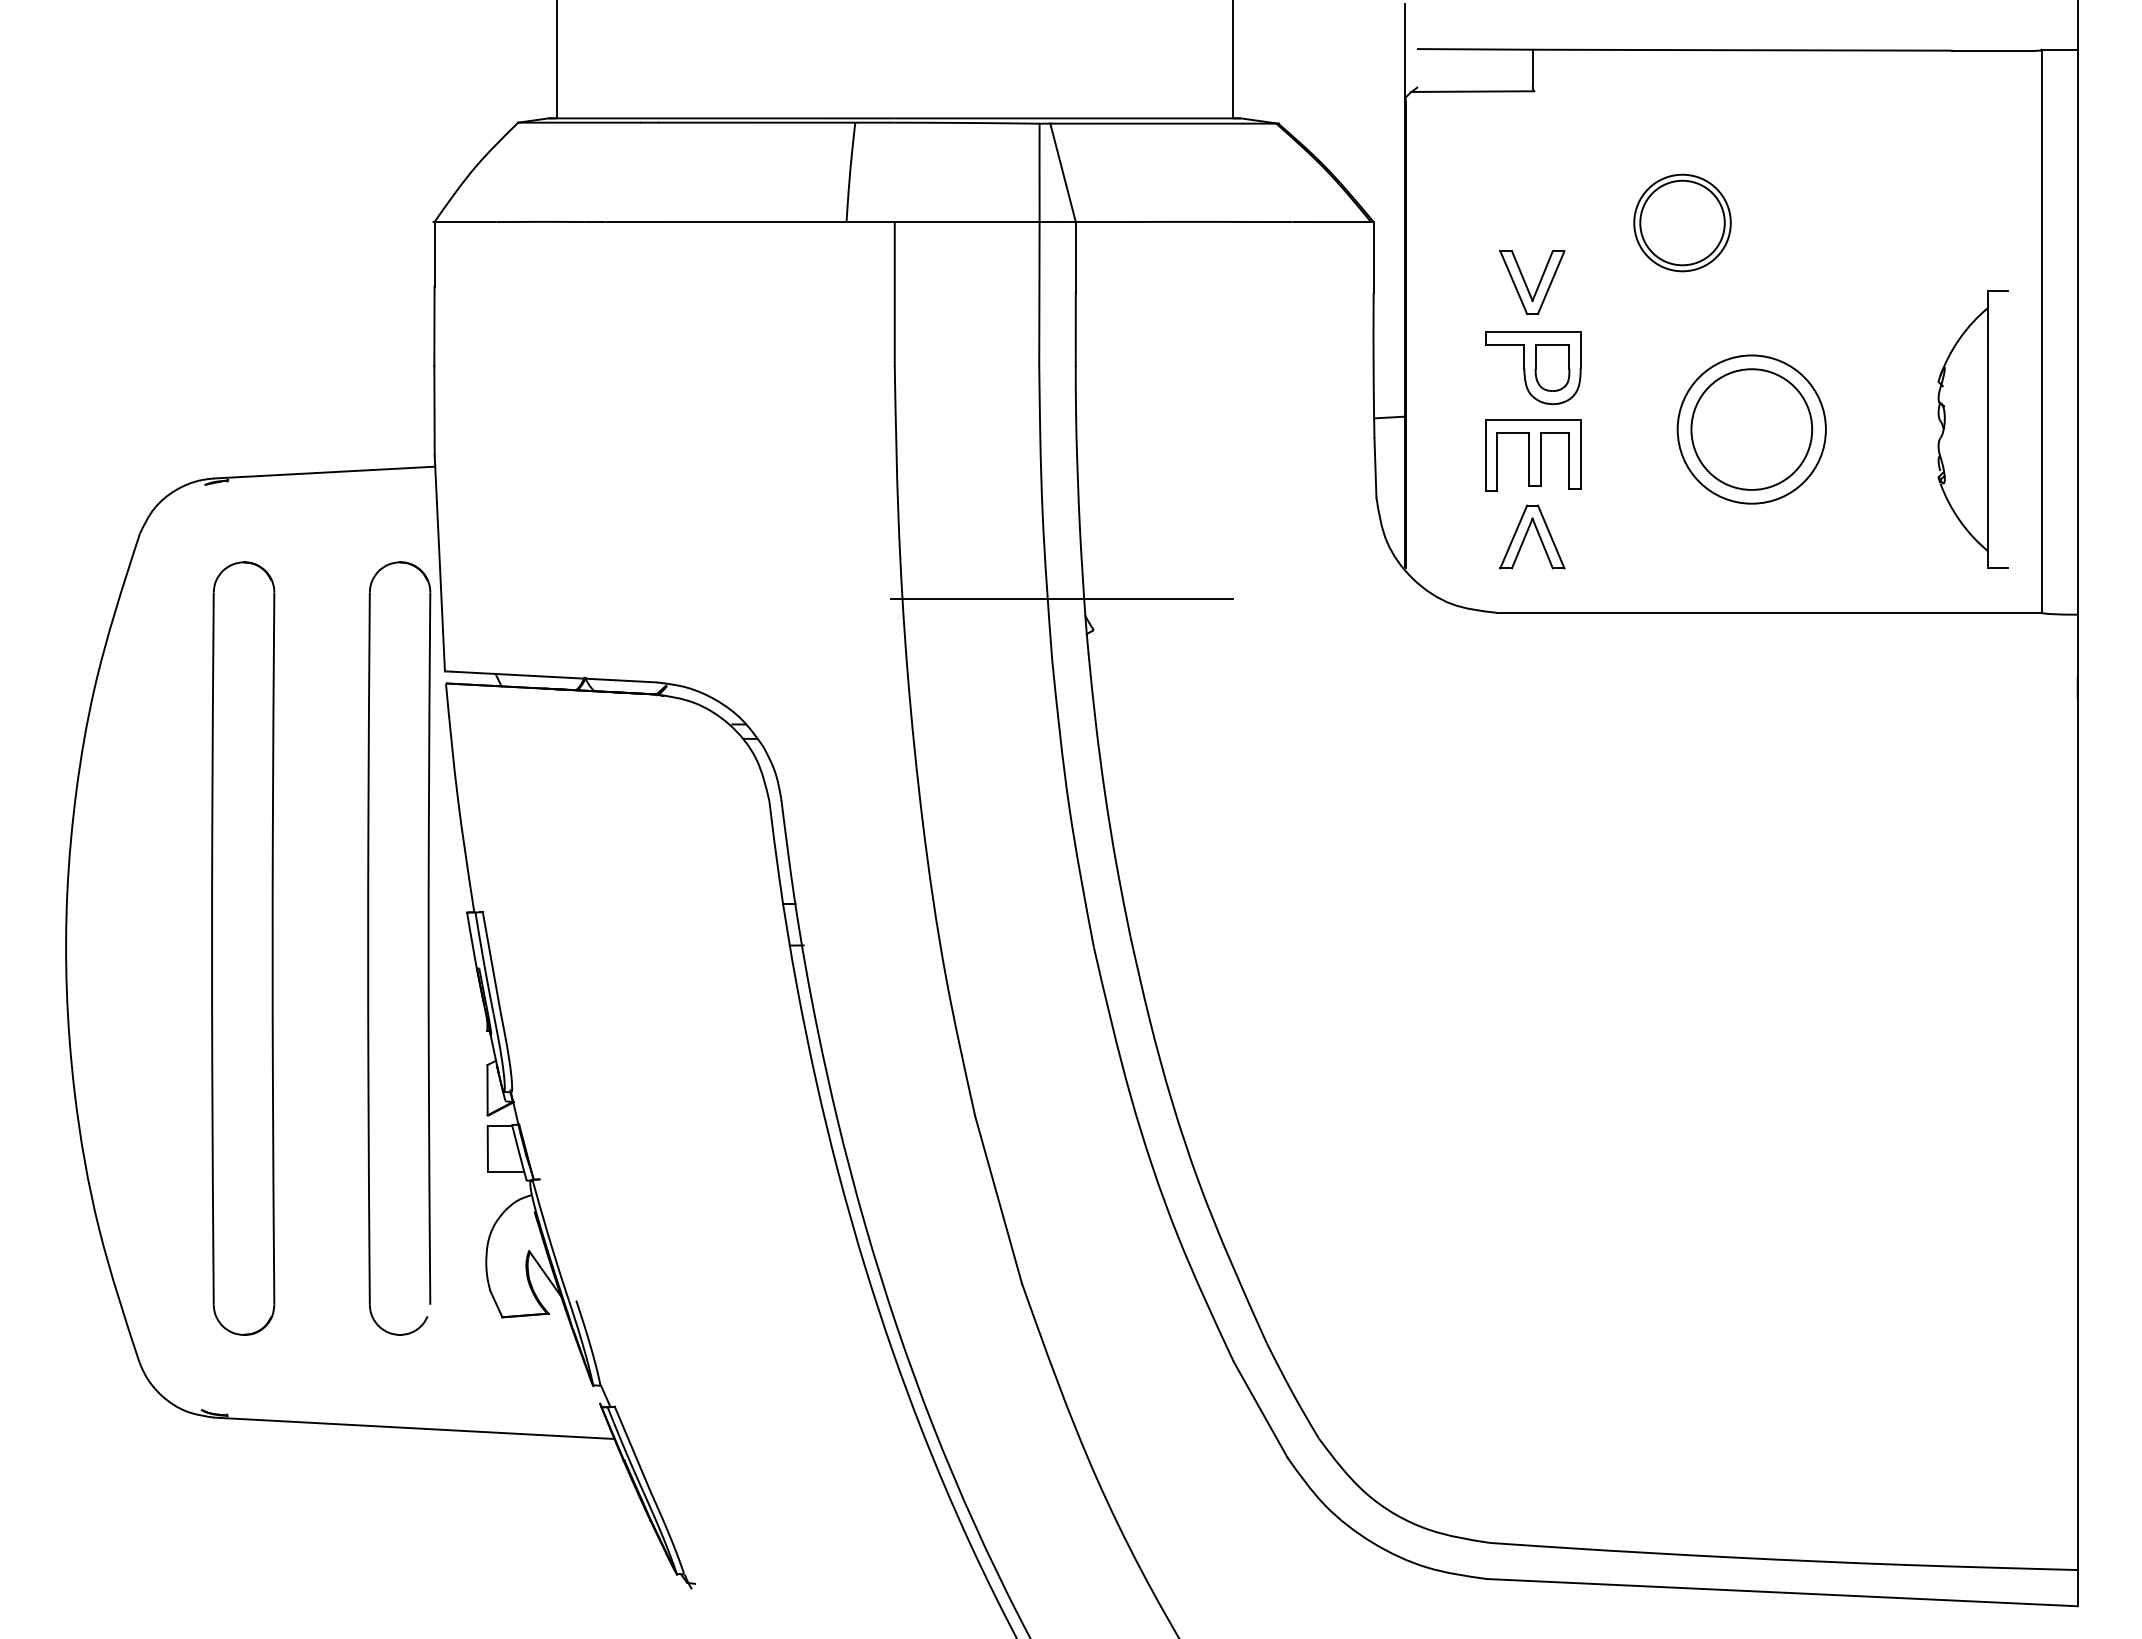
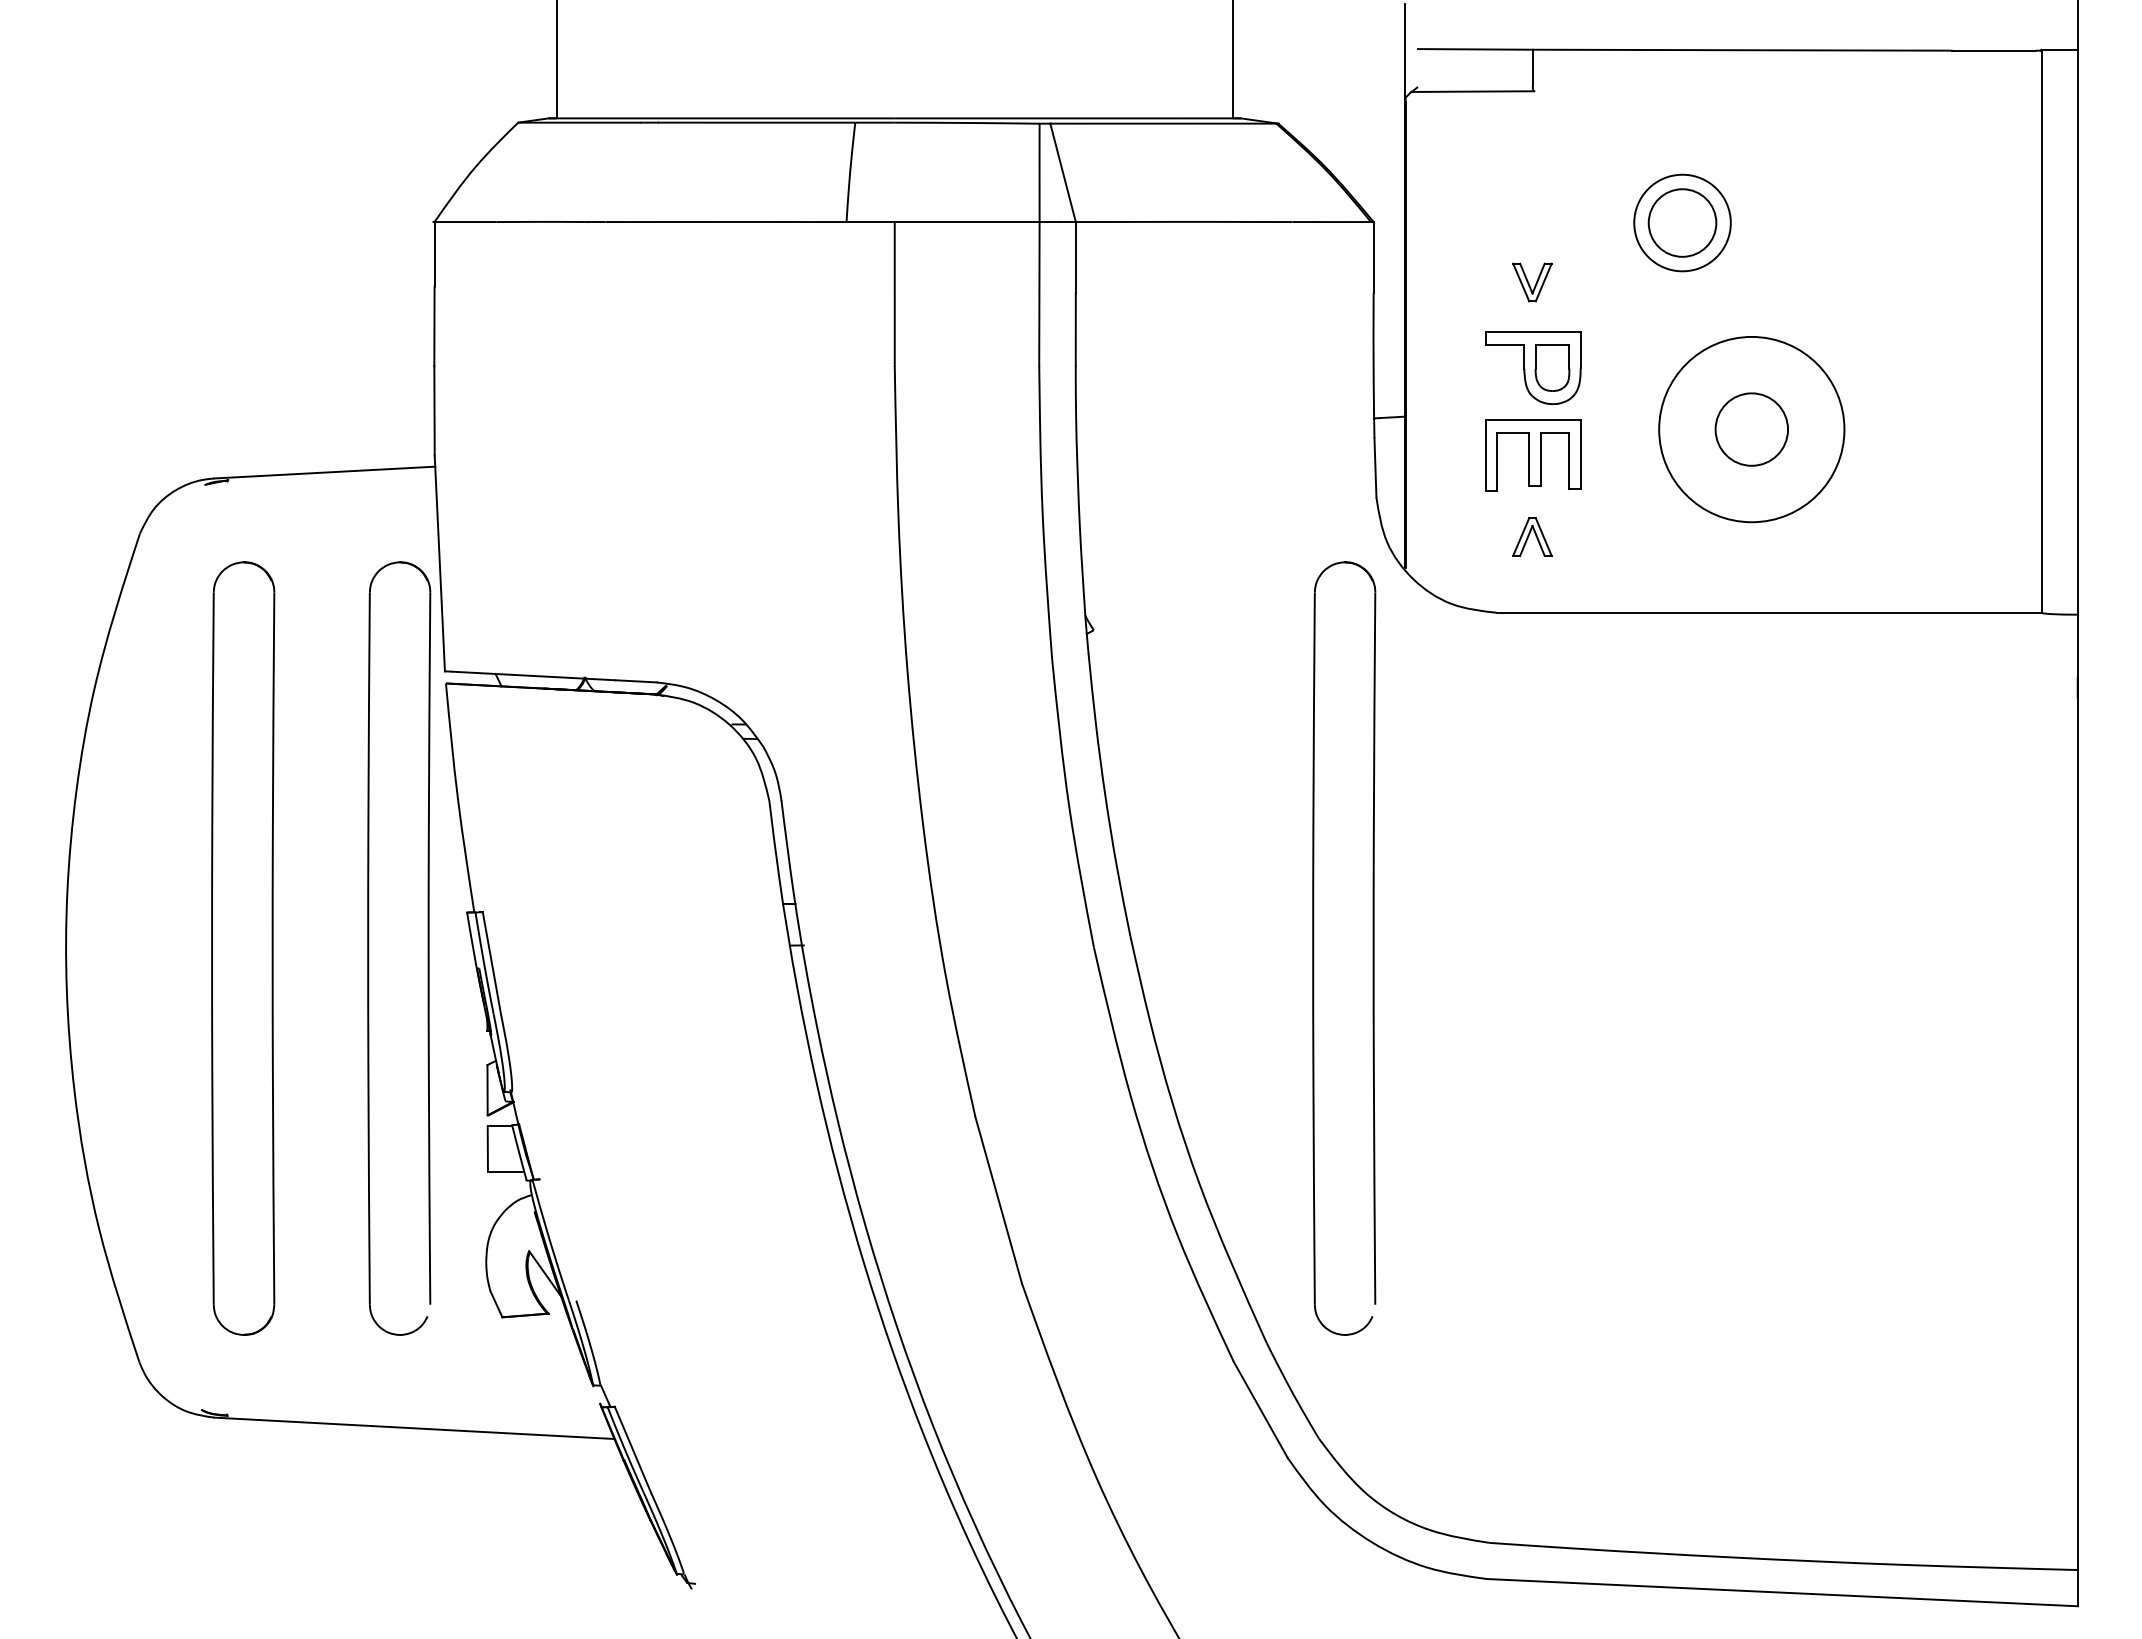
circle at (1682, 222) diameter: 84 px -> 68 px
part at (1532, 282) size: 67x65 px -> 41x41 px
circle at (1751, 429) diameter: 121 px -> 72 px
circle at (1751, 429) diameter: 148 px -> 185 px
part at (1972, 429): present -> none
part at (1532, 536) size: 67x66 px -> 41x40 px
line at (1061, 598): present -> none
part at (1372, 948): none -> present
